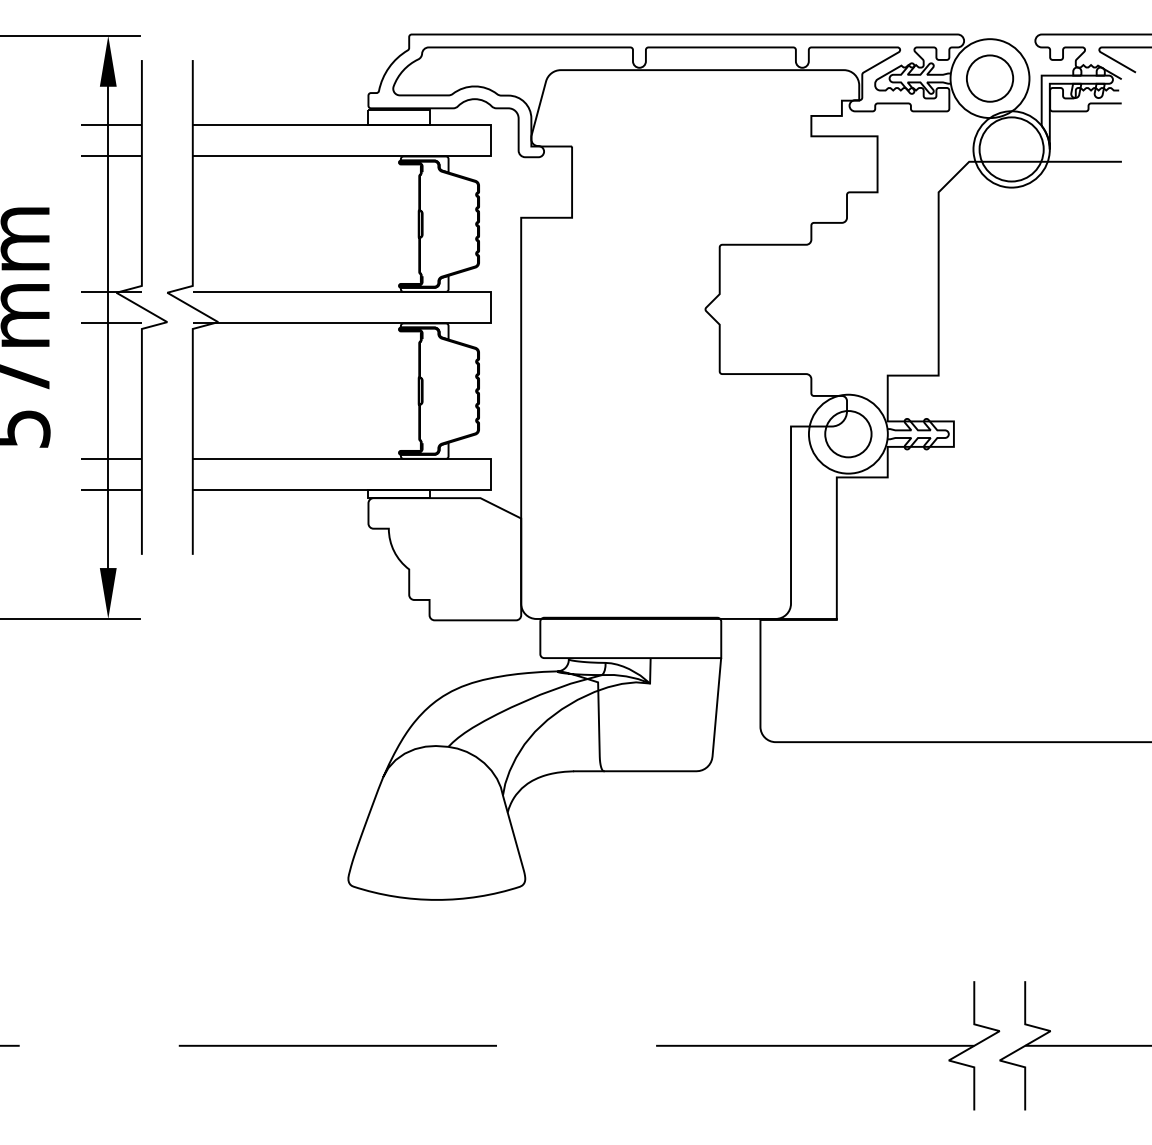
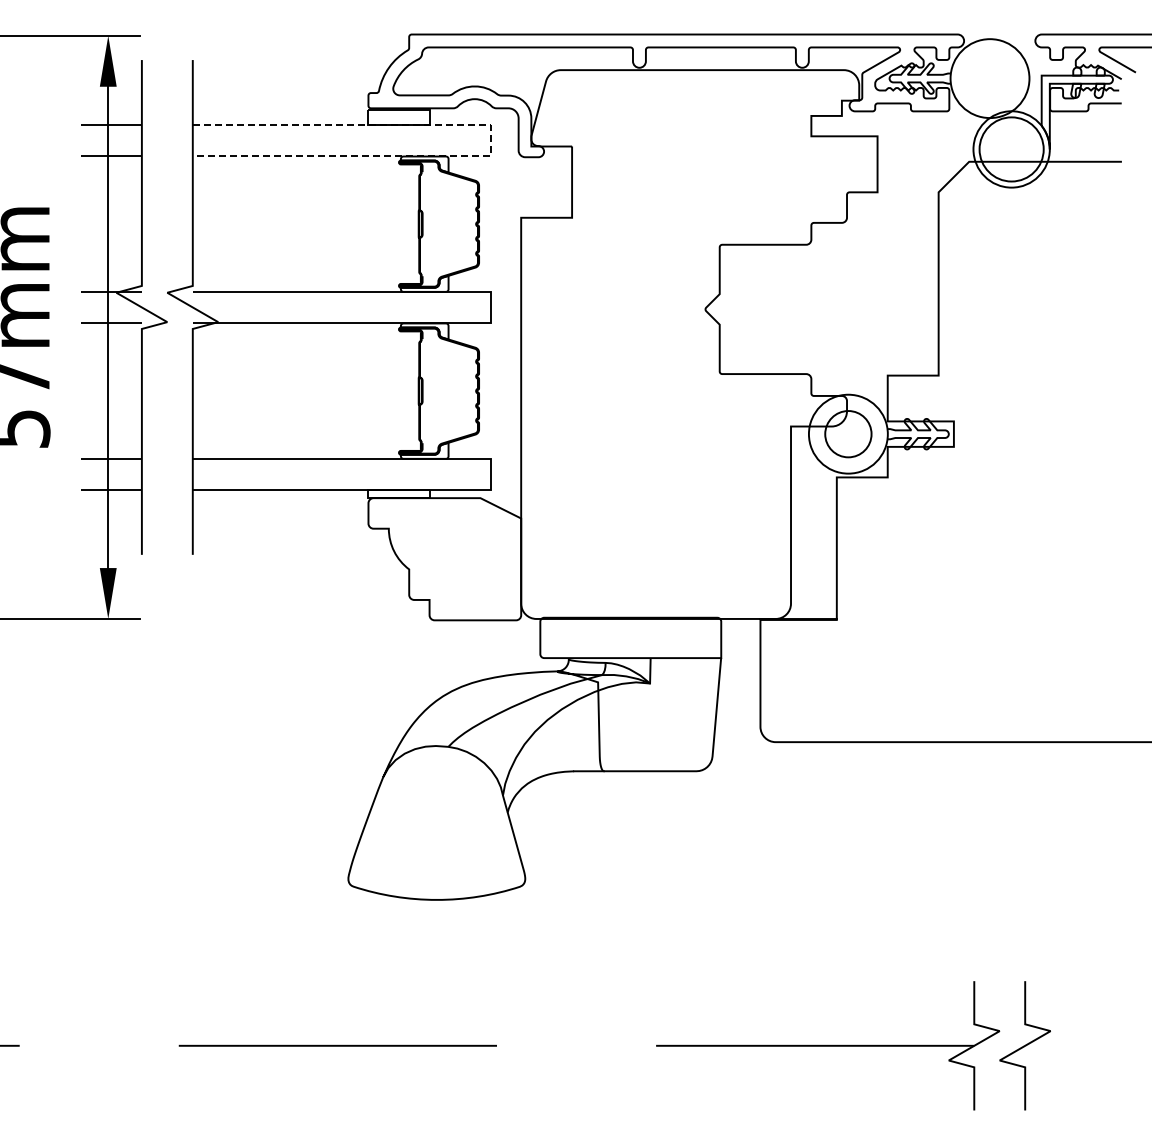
circle at (990, 78): present -> none
line at (490, 140): solid -> dashed
line at (1086, 1045): present -> none
